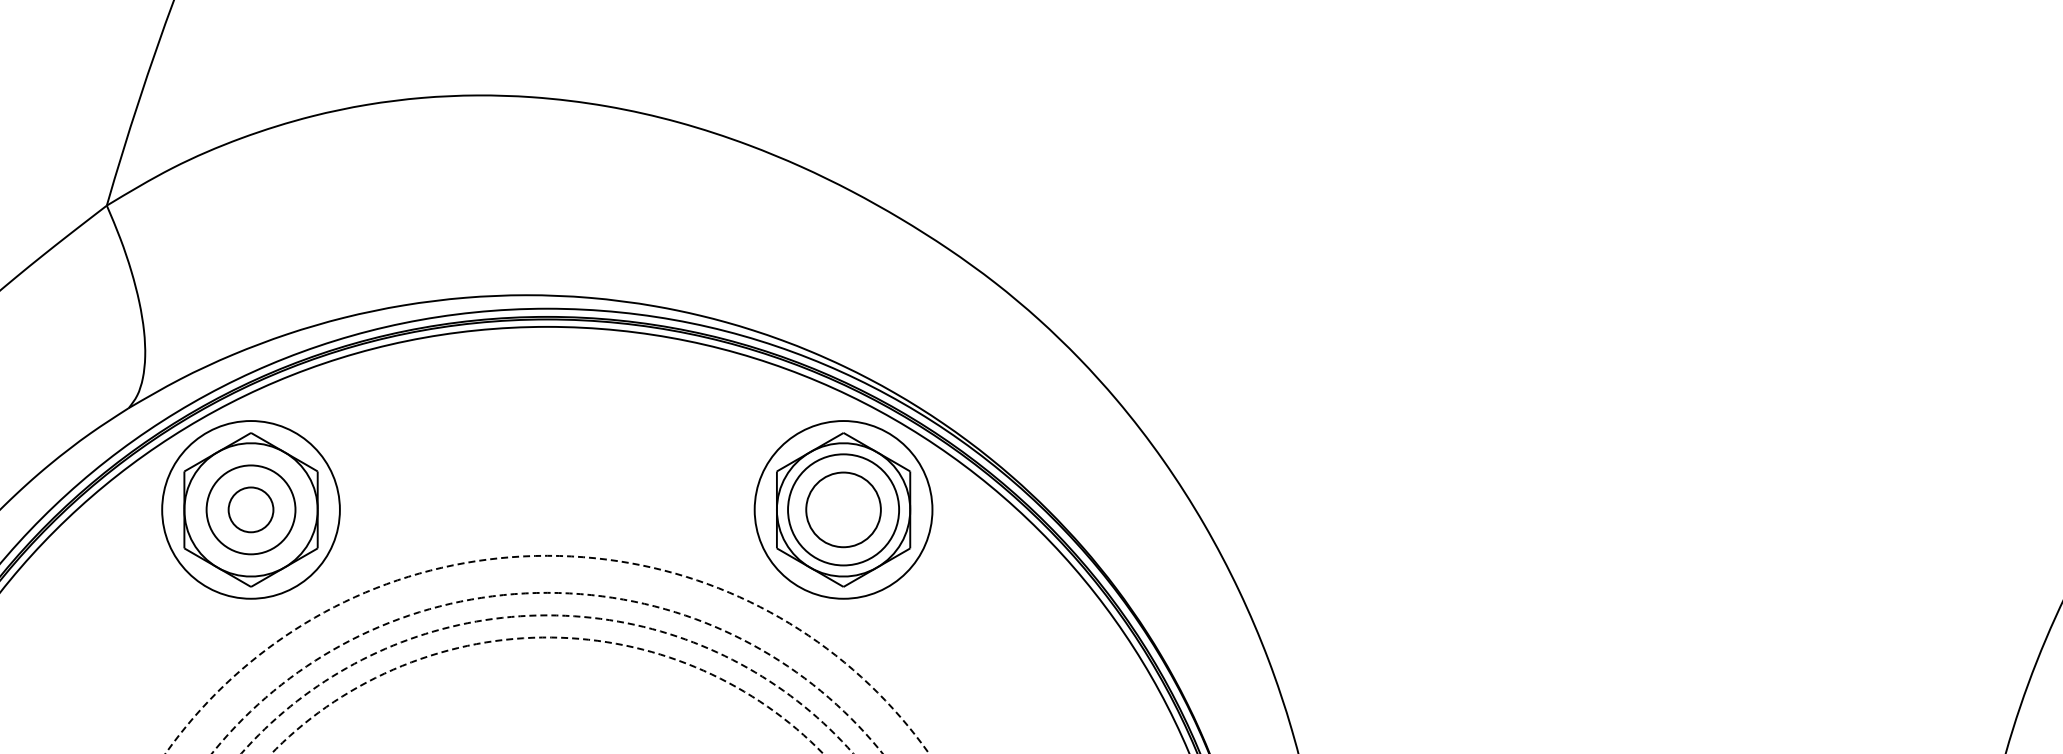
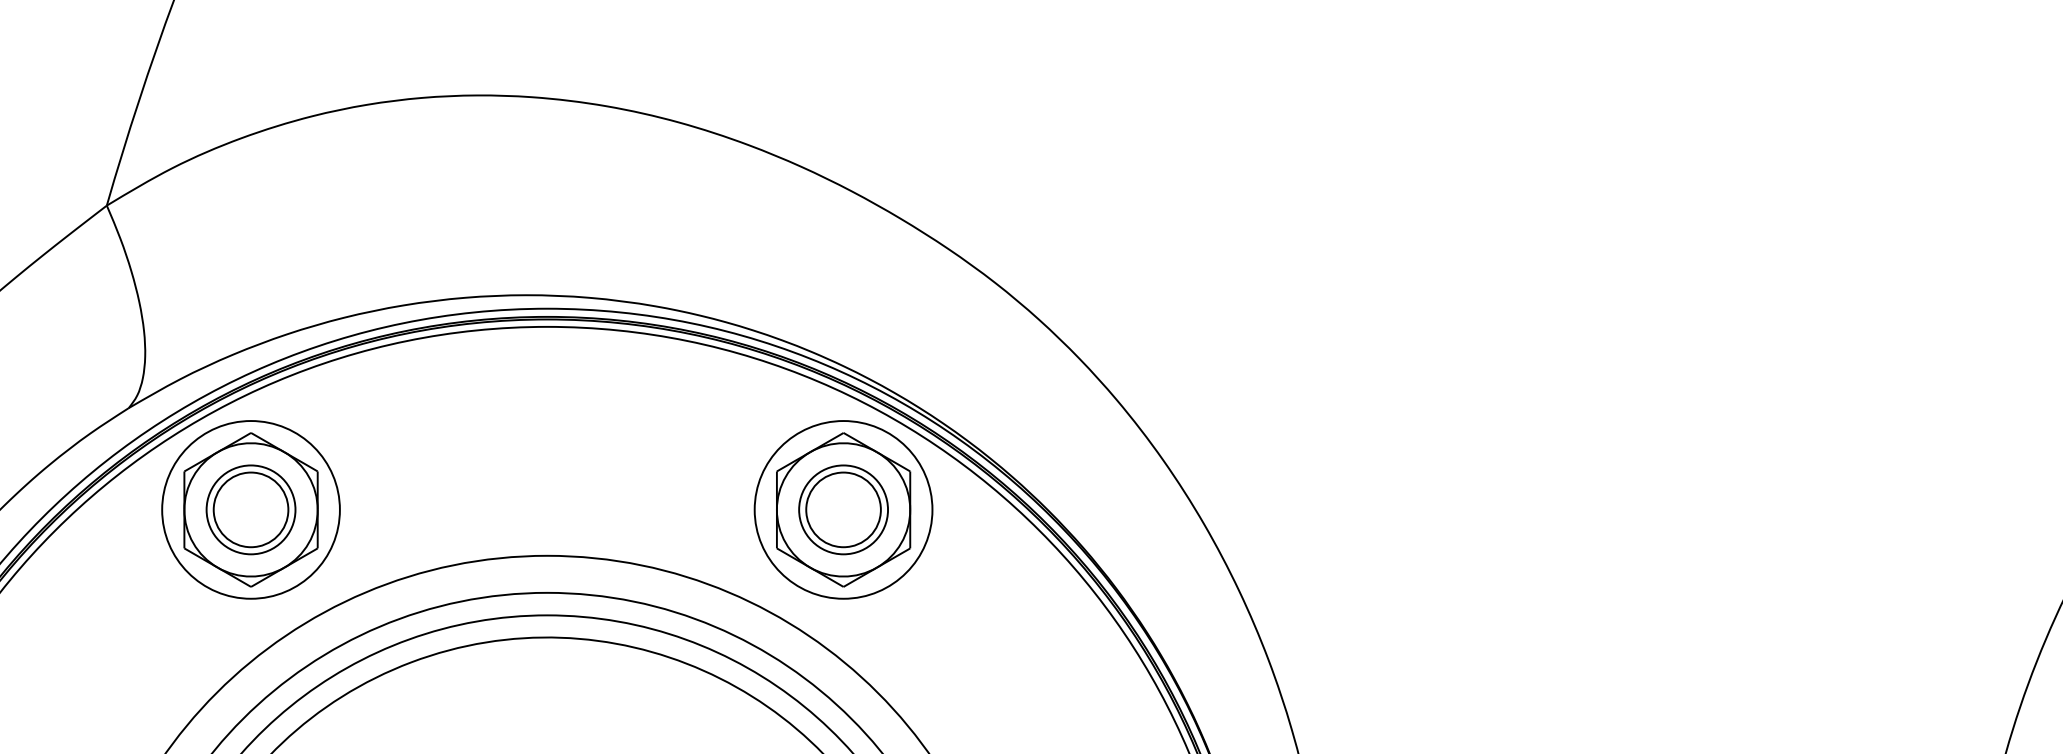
circle at (250, 509) diameter: 45 px -> 75 px
circle at (843, 509) diameter: 111 px -> 89 px
arc at (547, 615): dashed -> solid
arc at (548, 637): dashed -> solid
circle at (546, 654): dashed -> solid
circle at (547, 672): dashed -> solid
